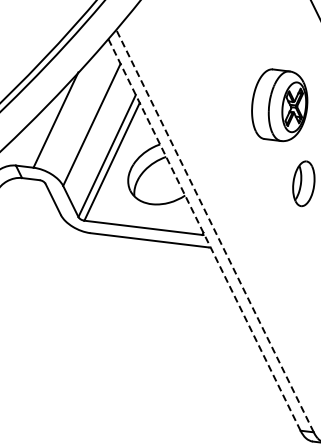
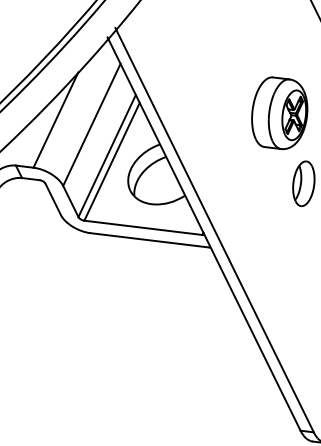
part at (279, 105) position: (279, 105) -> (279, 113)
line at (214, 229): dashed -> solid
line at (203, 233): dashed -> solid
